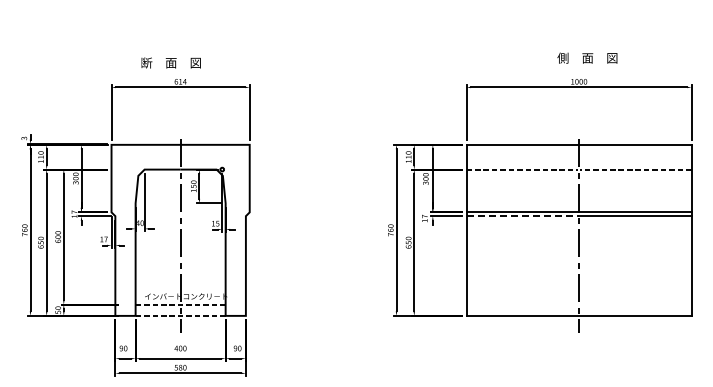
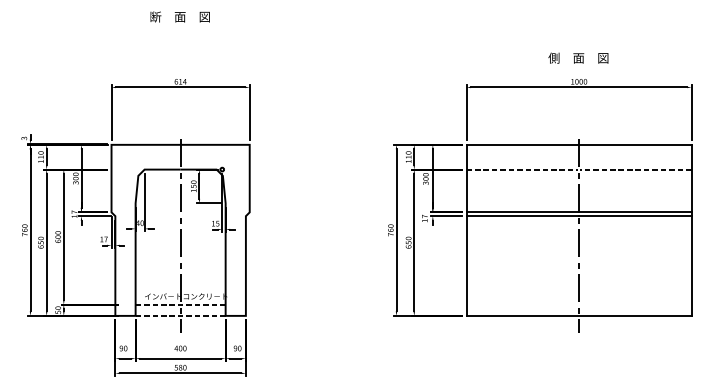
text at (587, 57) position: (587, 57) -> (578, 57)
text at (170, 62) position: (170, 62) -> (179, 16)
line at (523, 216): dashed -> solid
